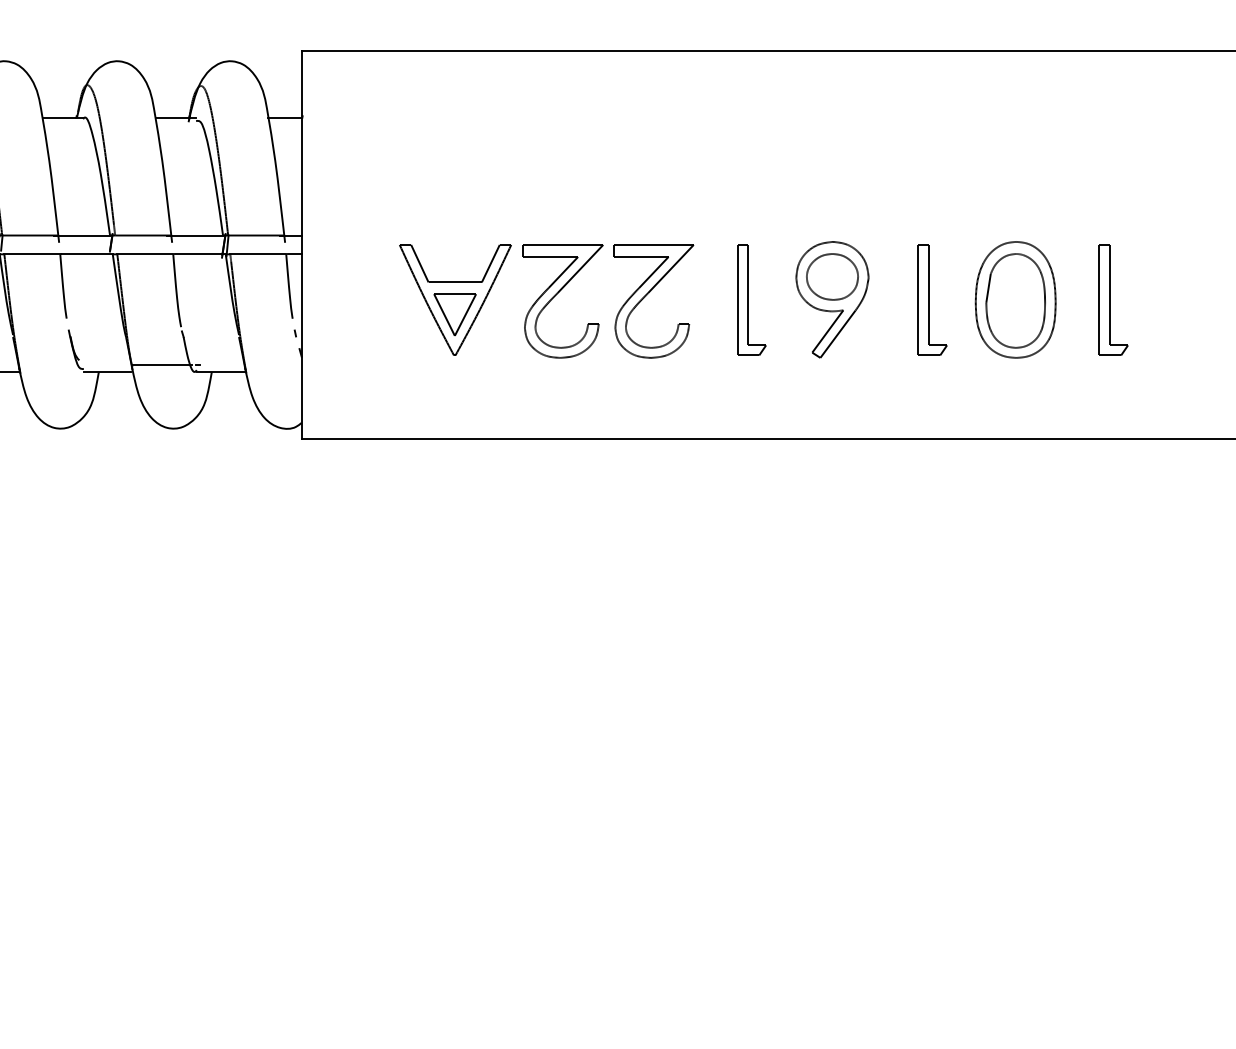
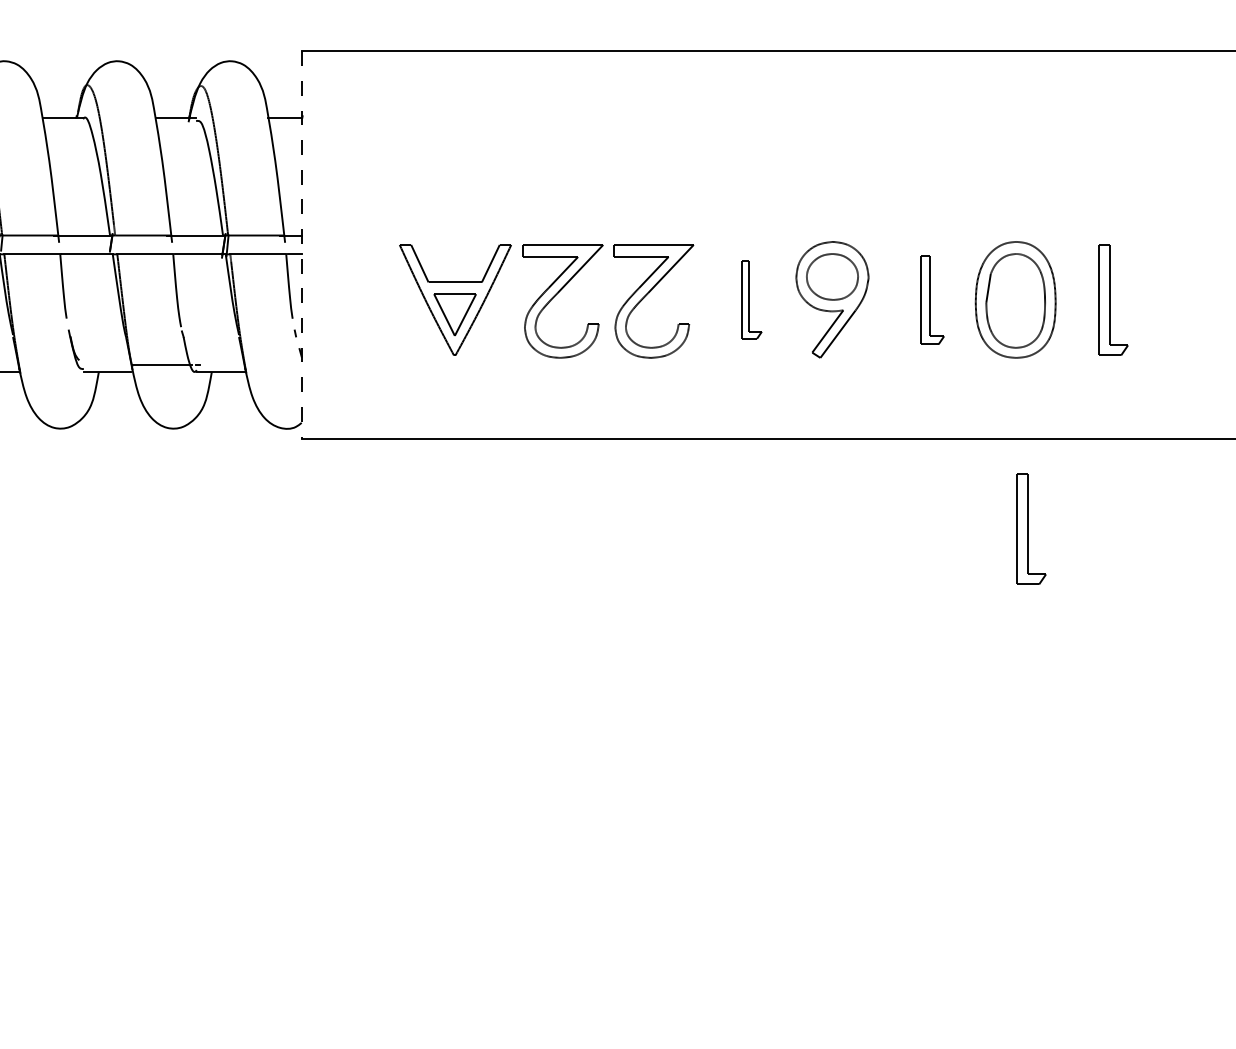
line at (301, 244): solid -> dashed
part at (751, 299) size: 30x112 px -> 22x80 px
part at (932, 299) size: 31x112 px -> 25x90 px
part at (1031, 528): none -> present
